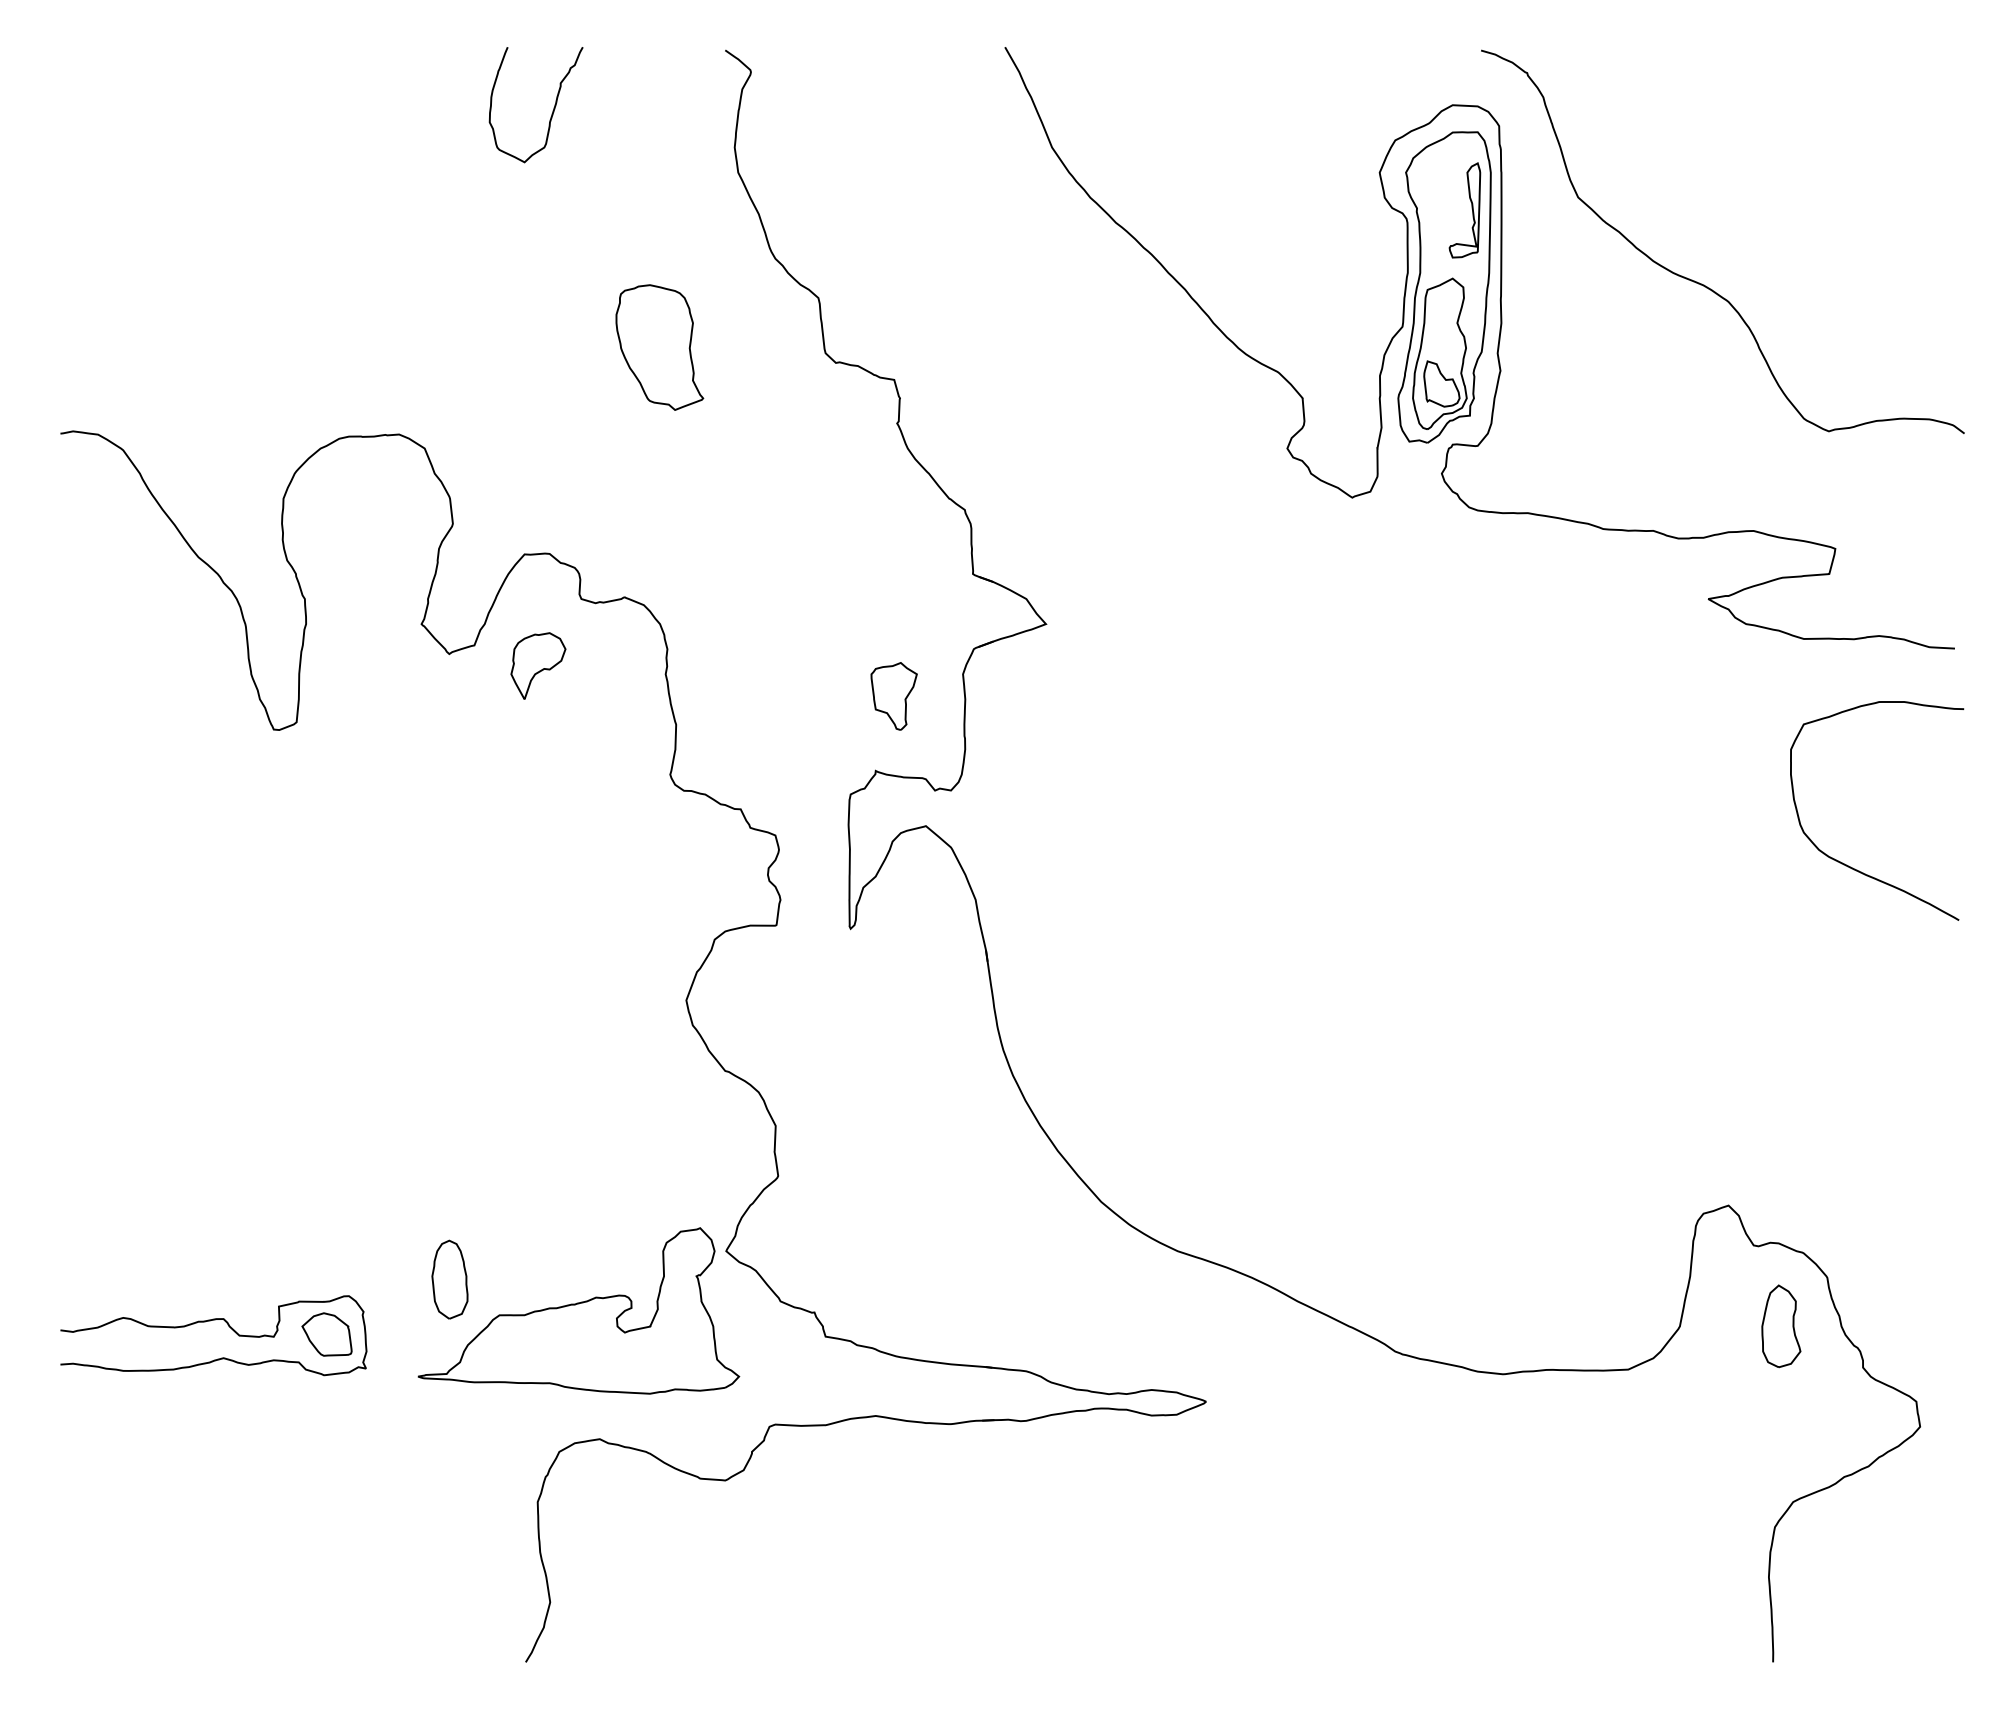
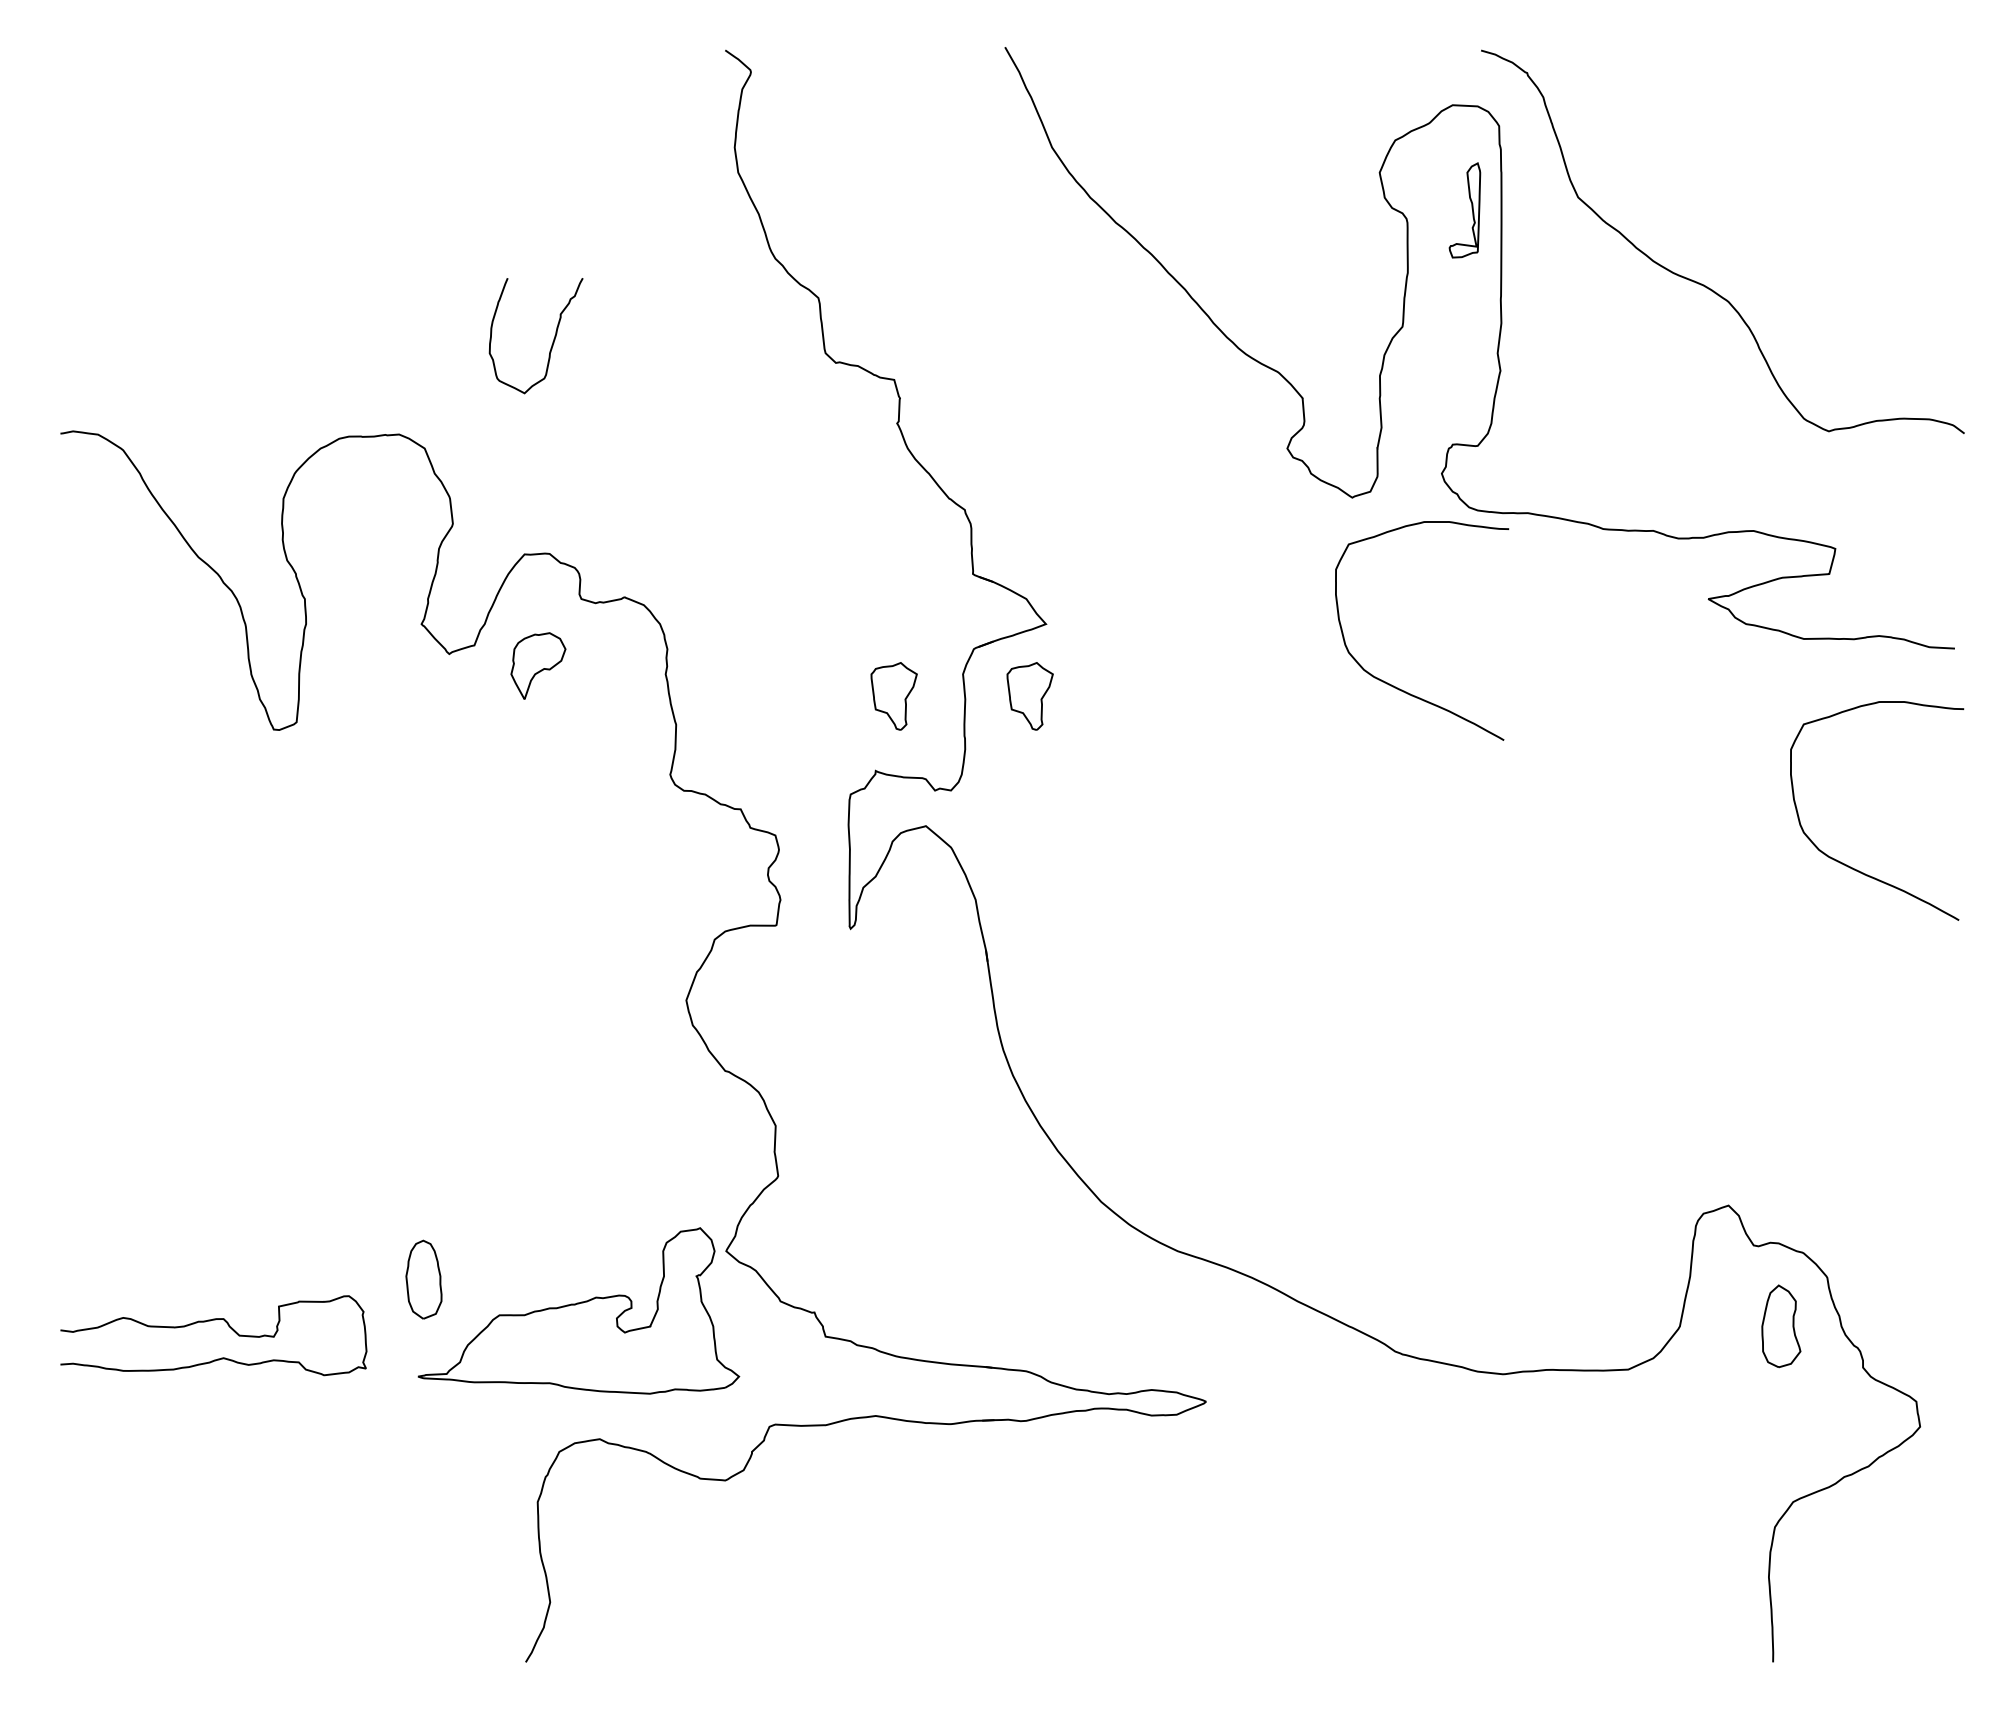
curve at (552, 110) position: (552, 110) -> (552, 341)
part at (1444, 287): present -> none
part at (659, 347): present -> none
curve at (1395, 686): none -> present
part at (1029, 696): none -> present
part at (449, 1279) position: (449, 1279) -> (423, 1279)
part at (326, 1334): present -> none
